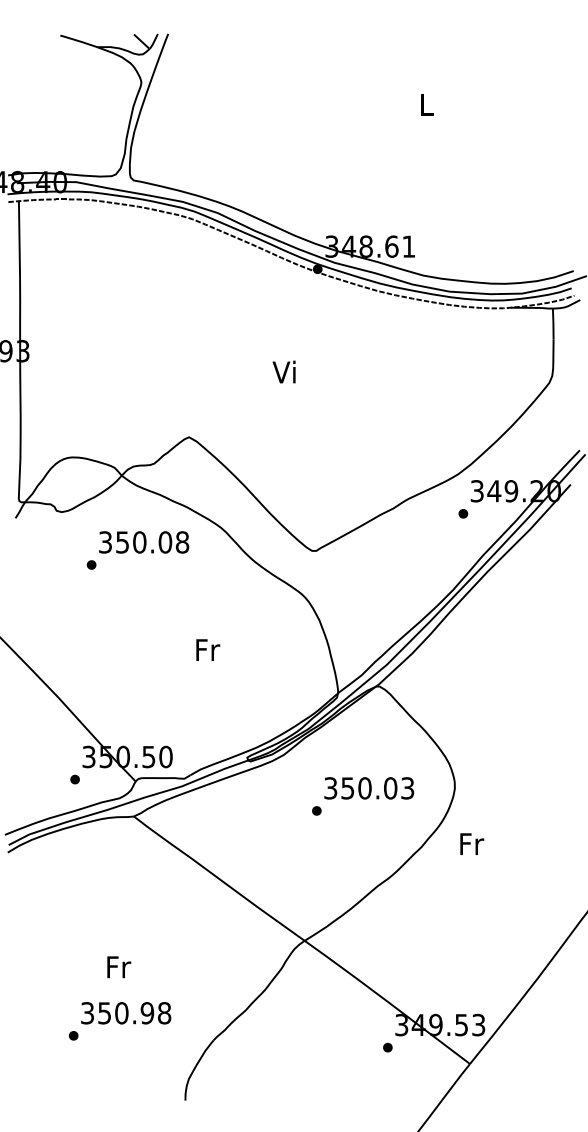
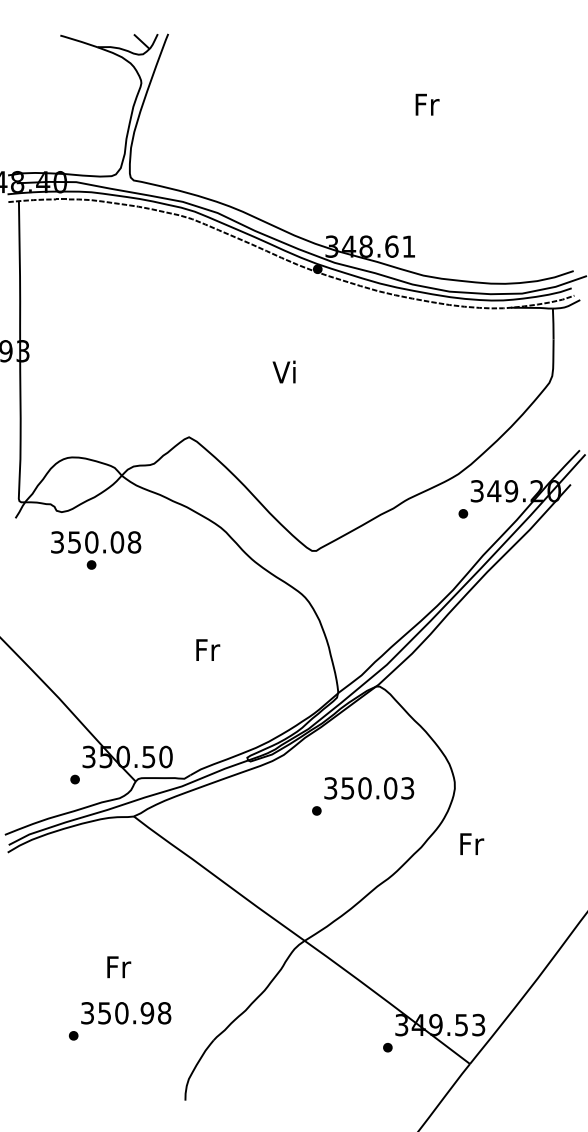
text at (427, 104): L -> Fr
text at (144, 542) position: (144, 542) -> (96, 542)
